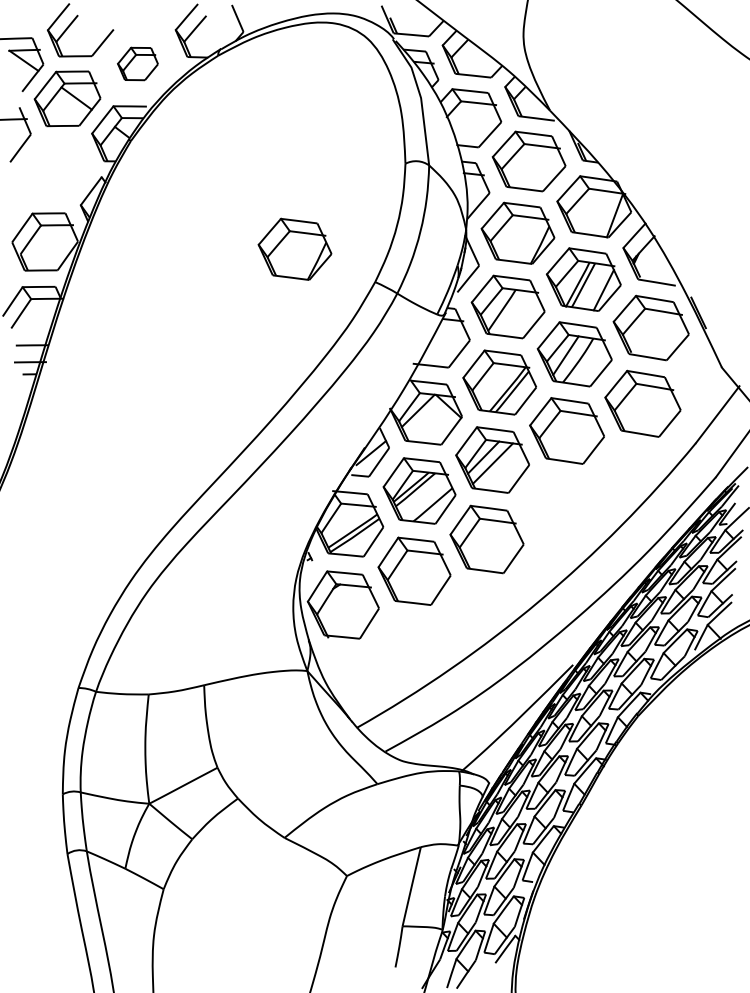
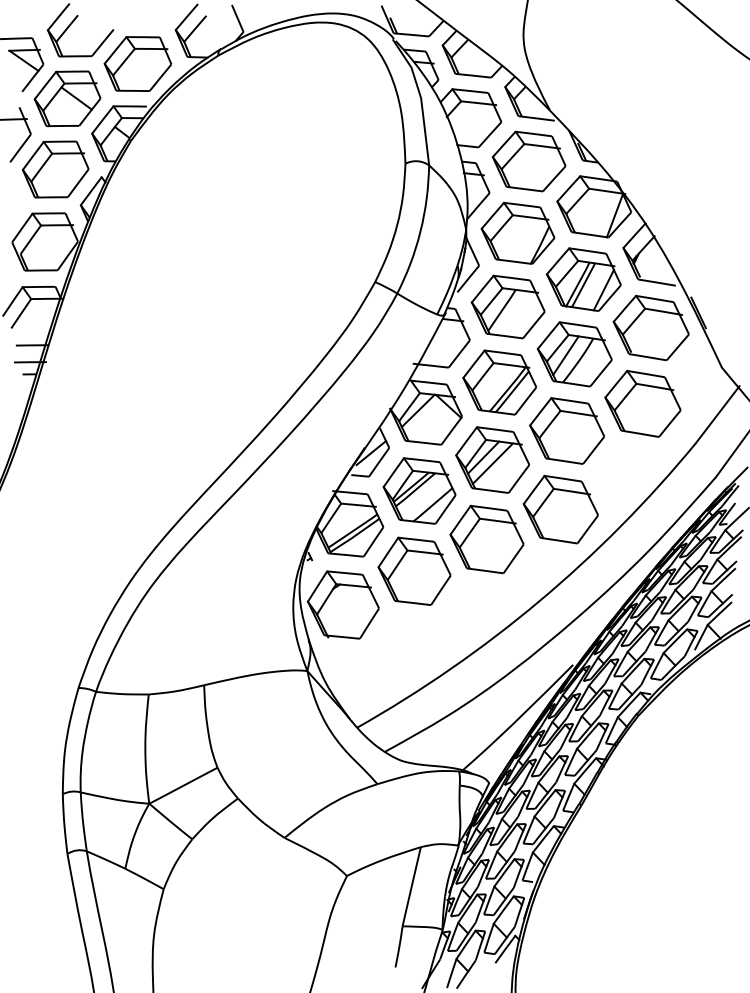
part at (137, 63) size: 42x36 px -> 70x56 px
part at (55, 169): none -> present
part at (294, 248): present -> none
part at (560, 509): none -> present
